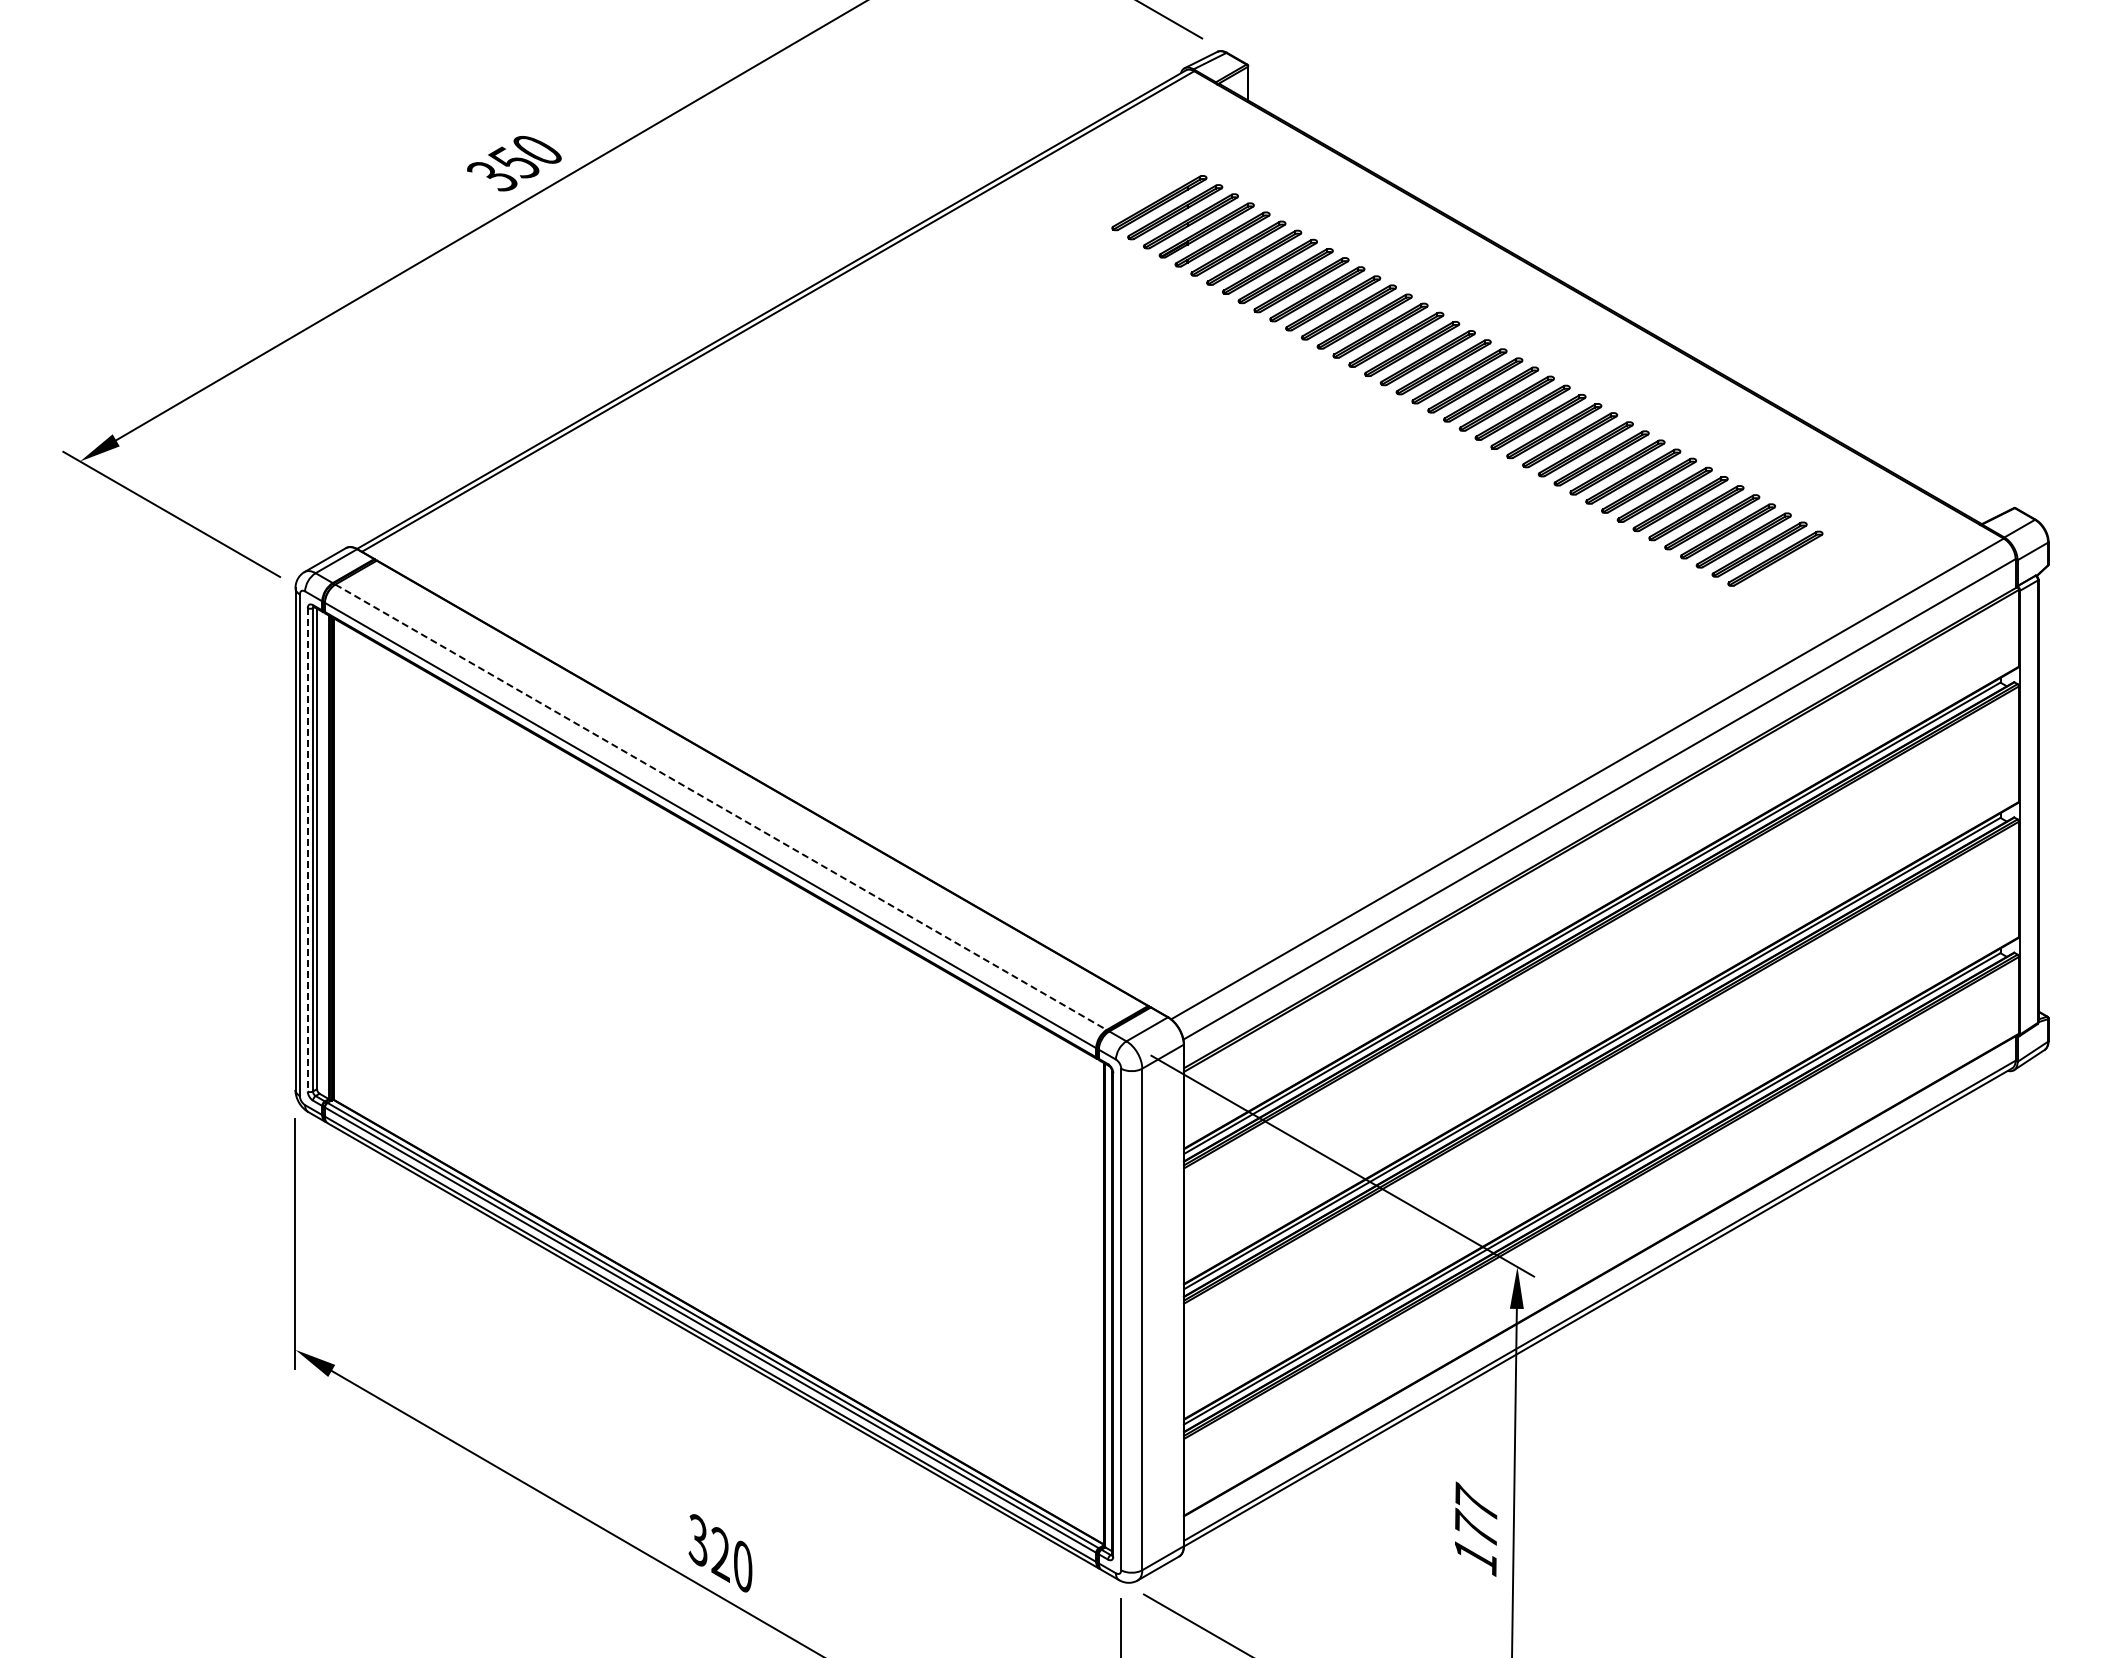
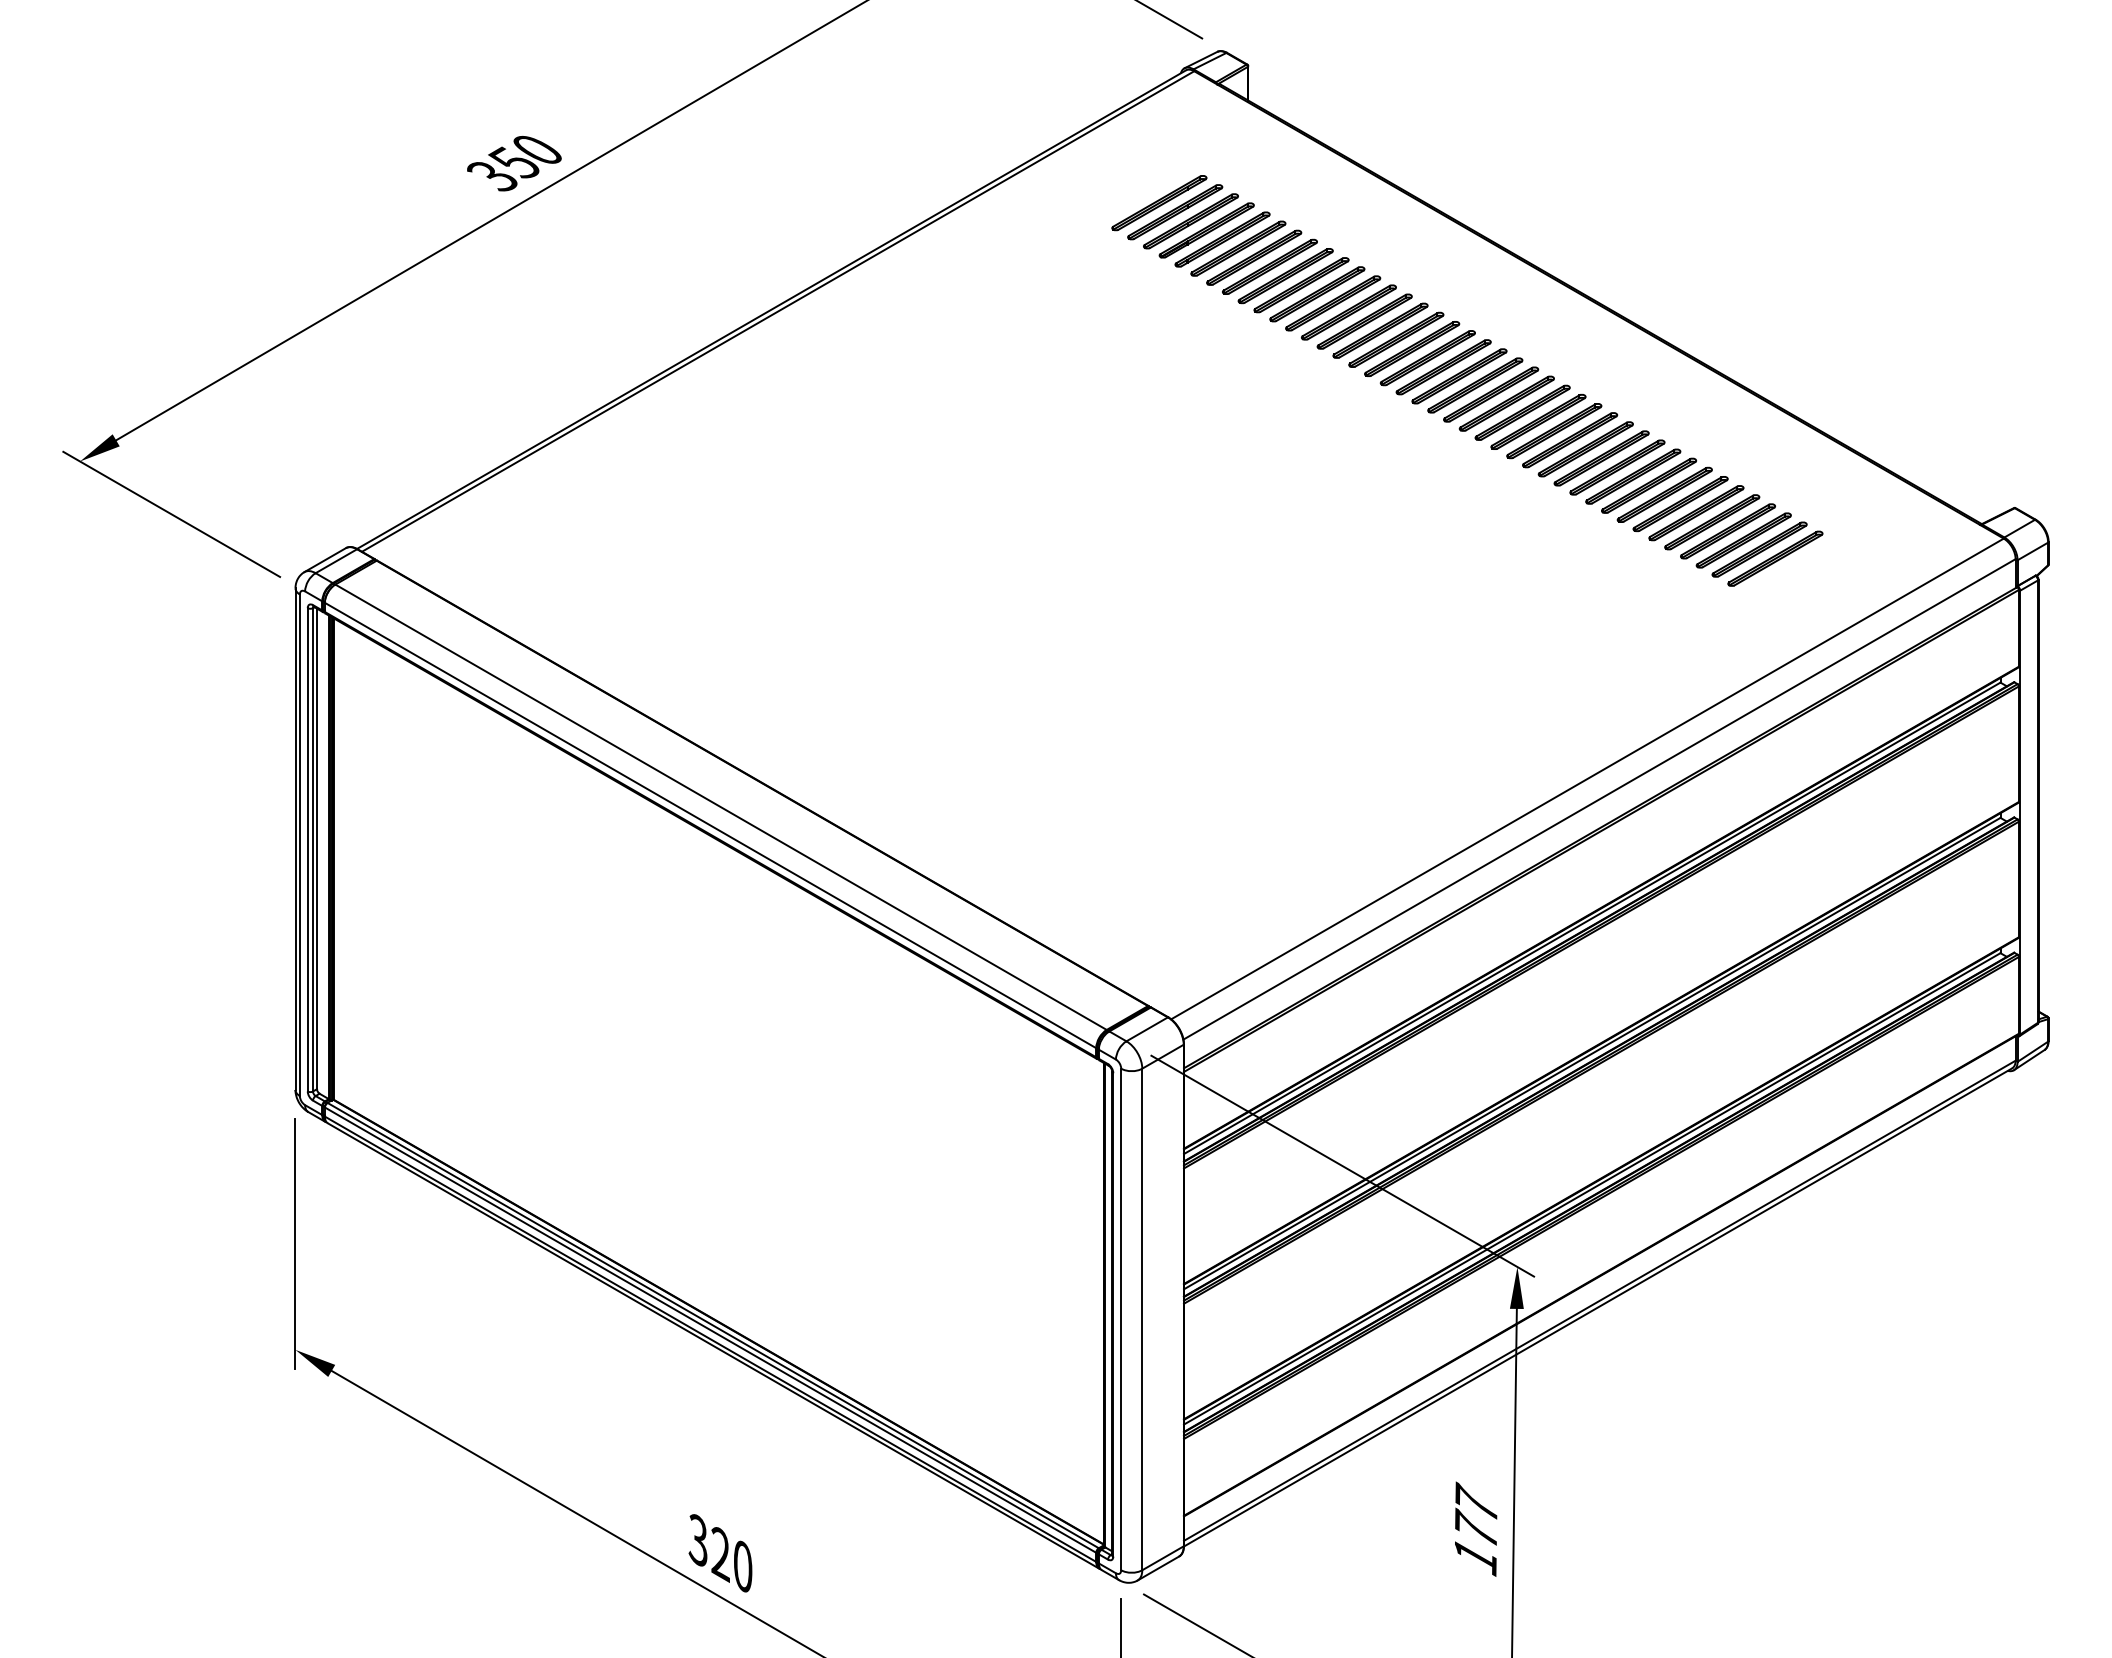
line at (721, 807): dashed -> solid
line at (307, 849): dashed -> solid
